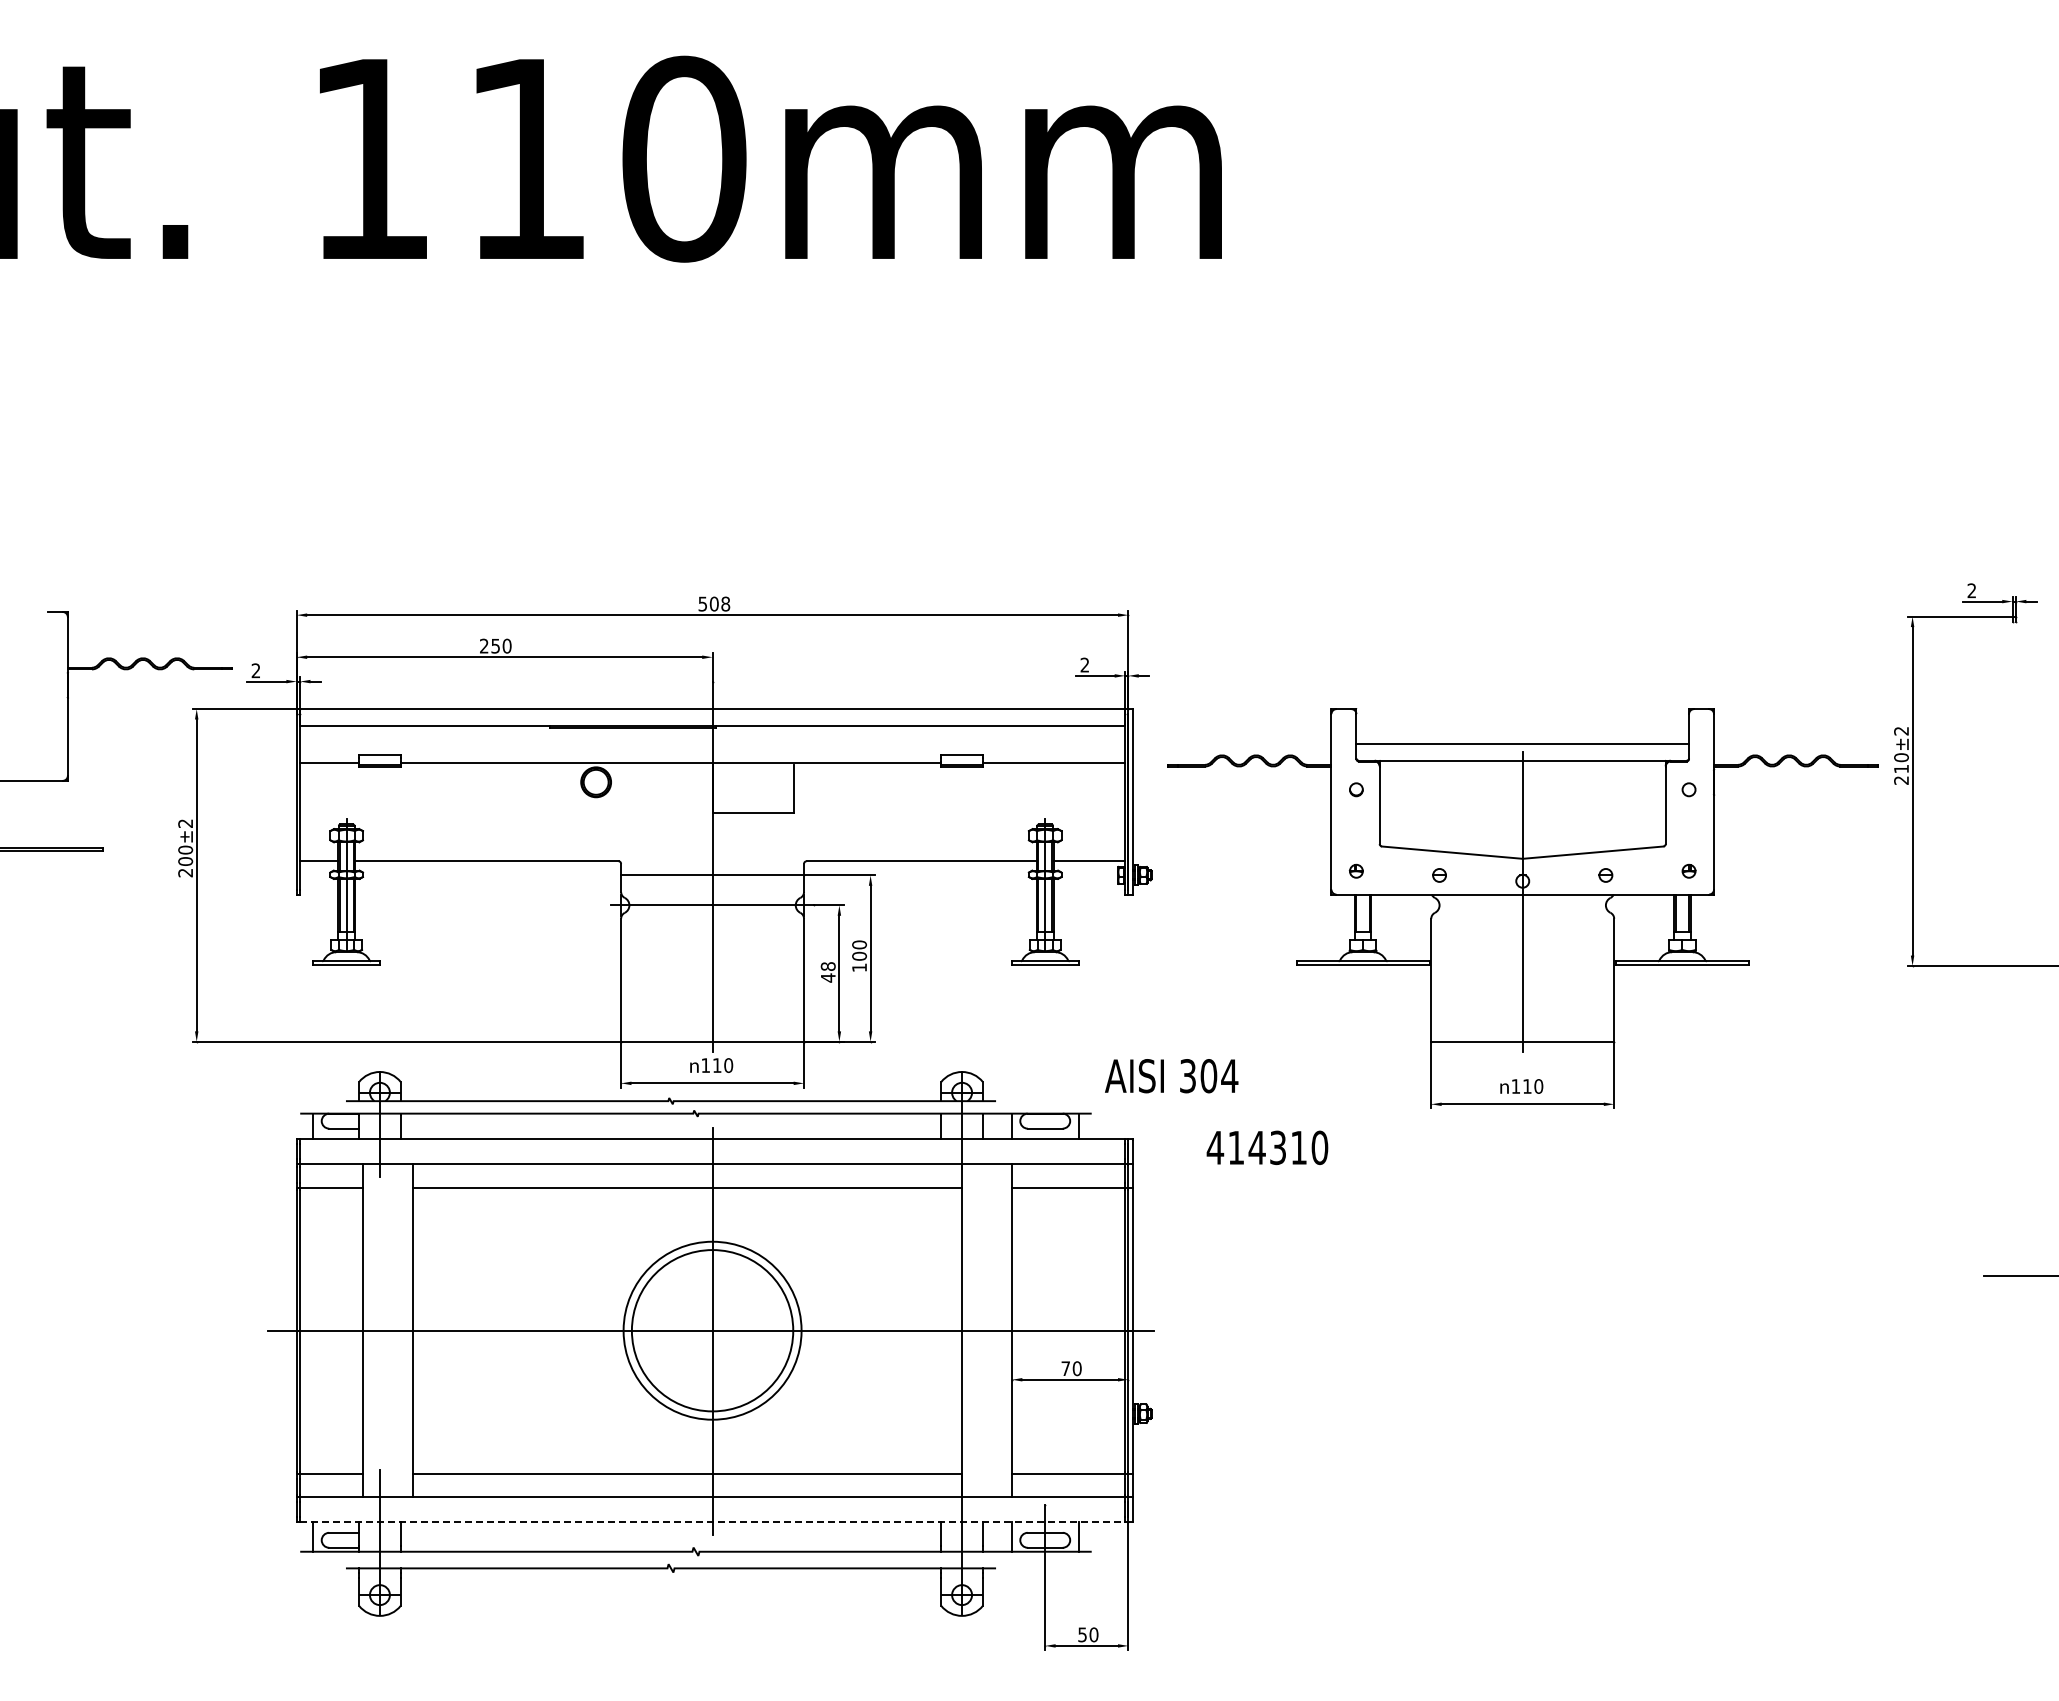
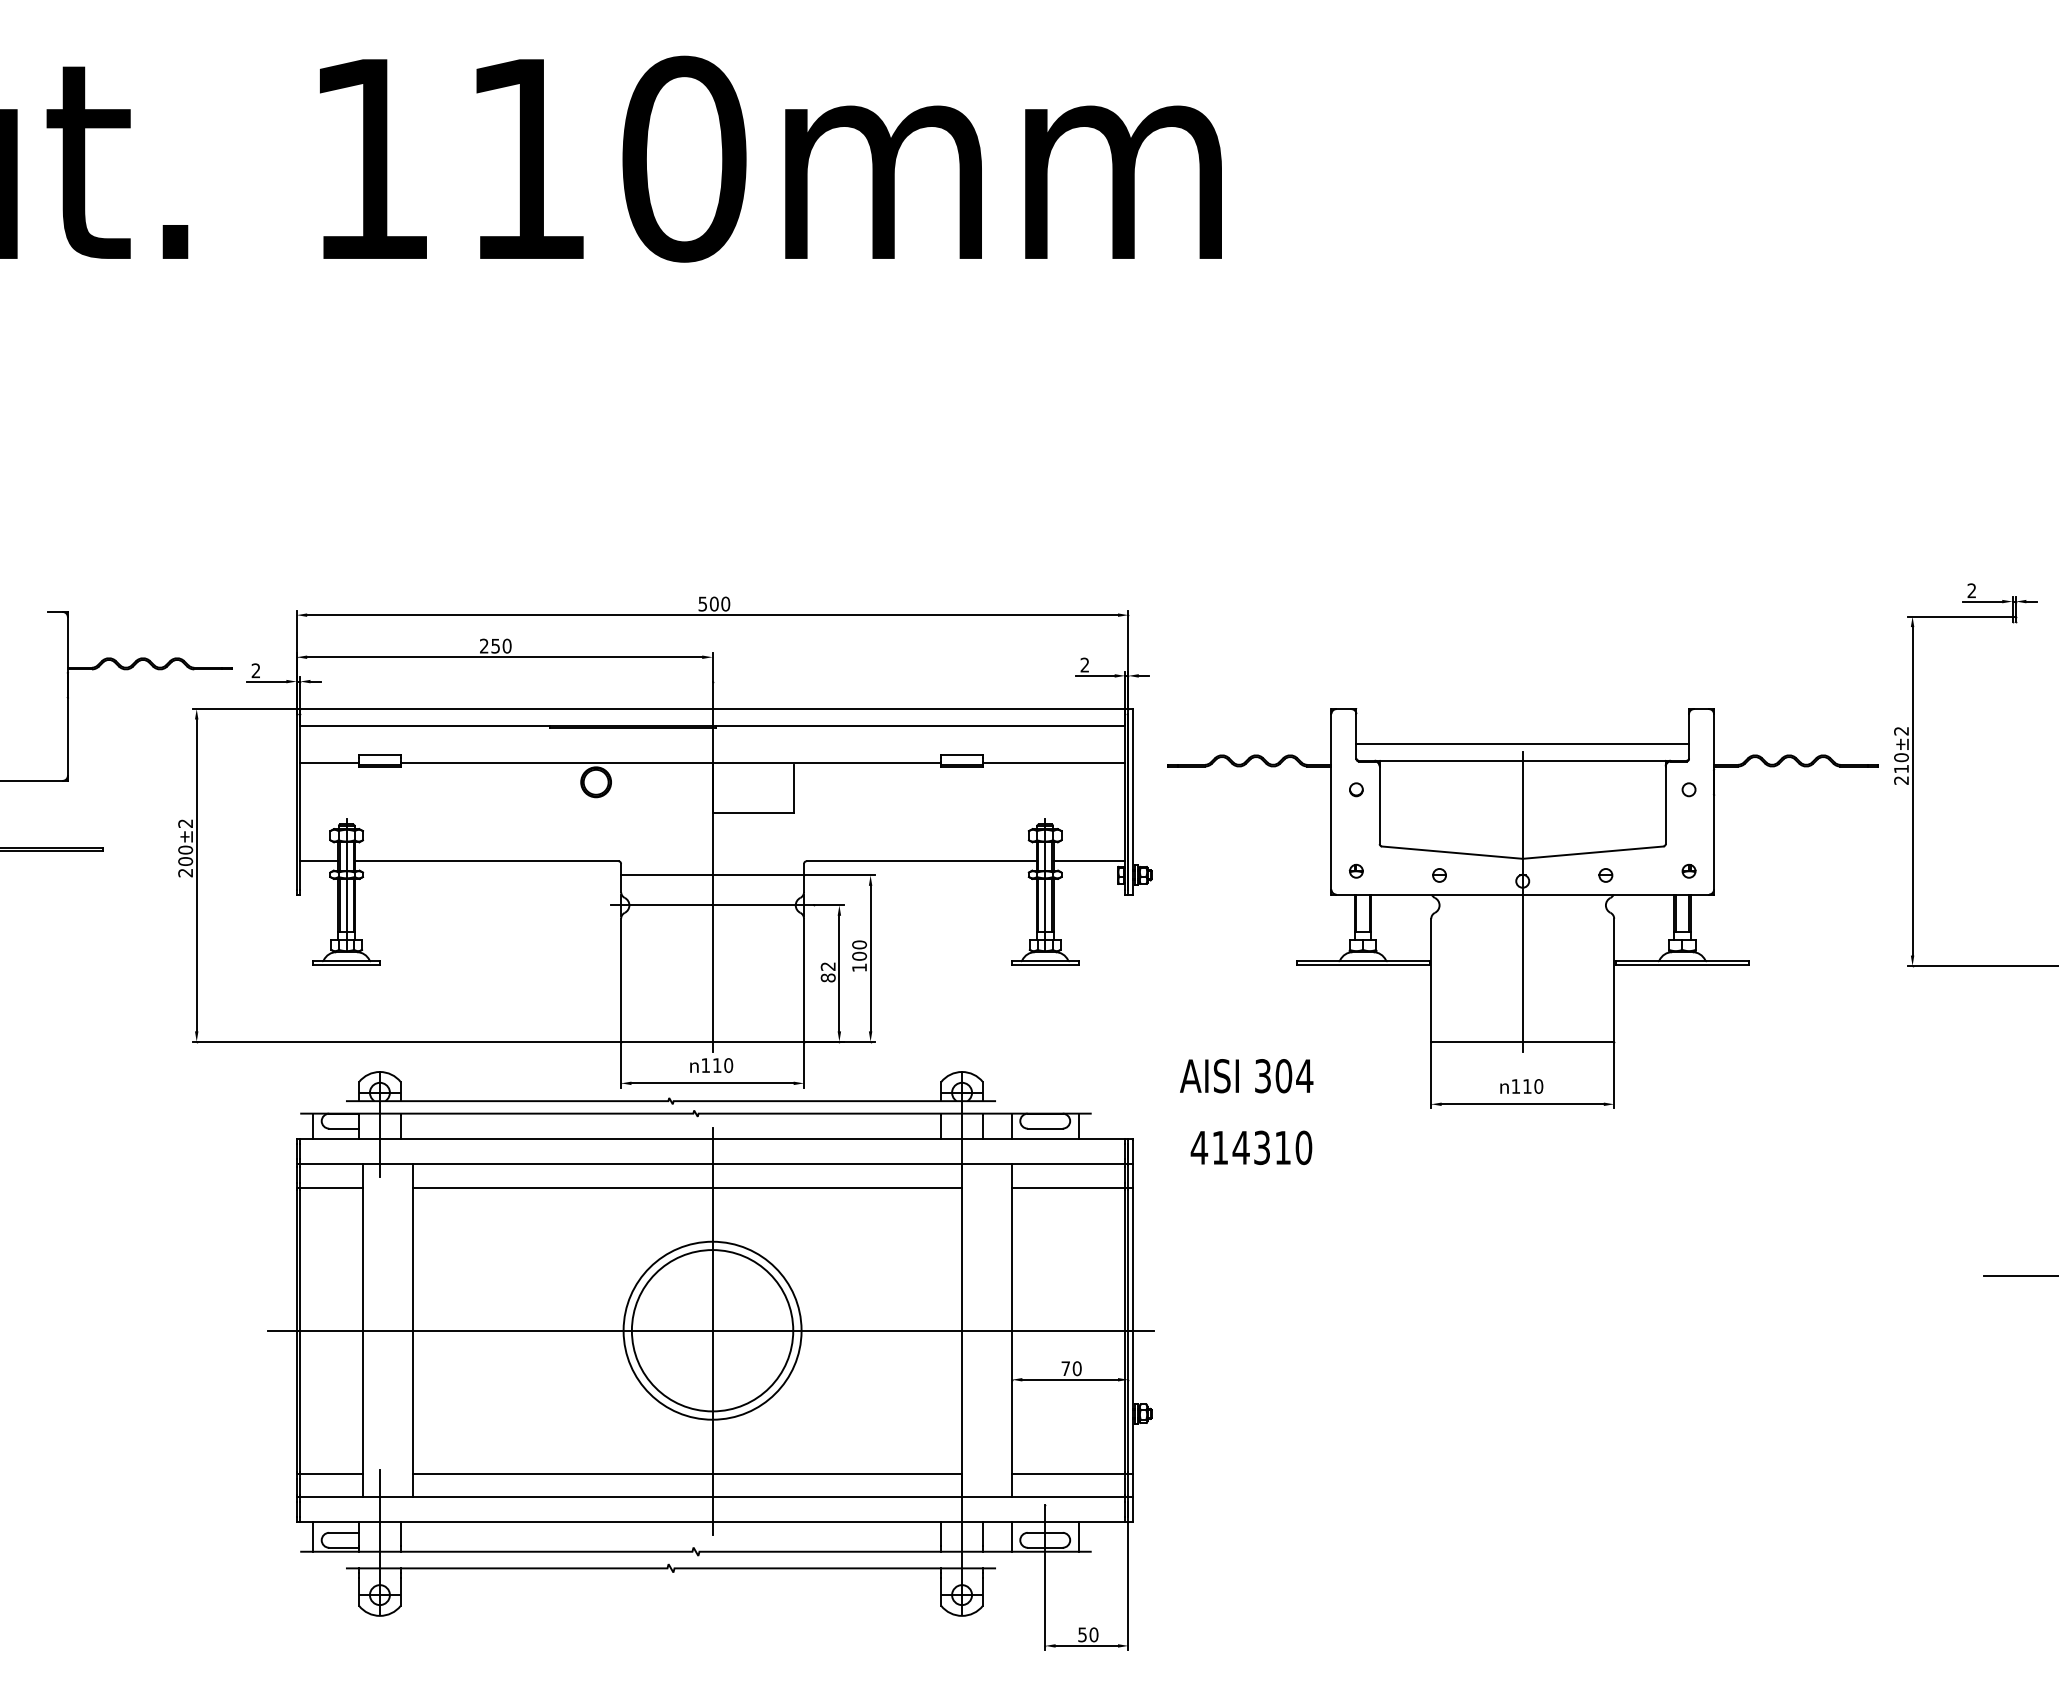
text at (725, 604): 508 -> 500
text at (827, 972): 48 -> 82
text at (1171, 1076) position: (1171, 1076) -> (1246, 1076)
text at (1267, 1147) position: (1267, 1147) -> (1251, 1147)
line at (713, 1522): dashed -> solid
